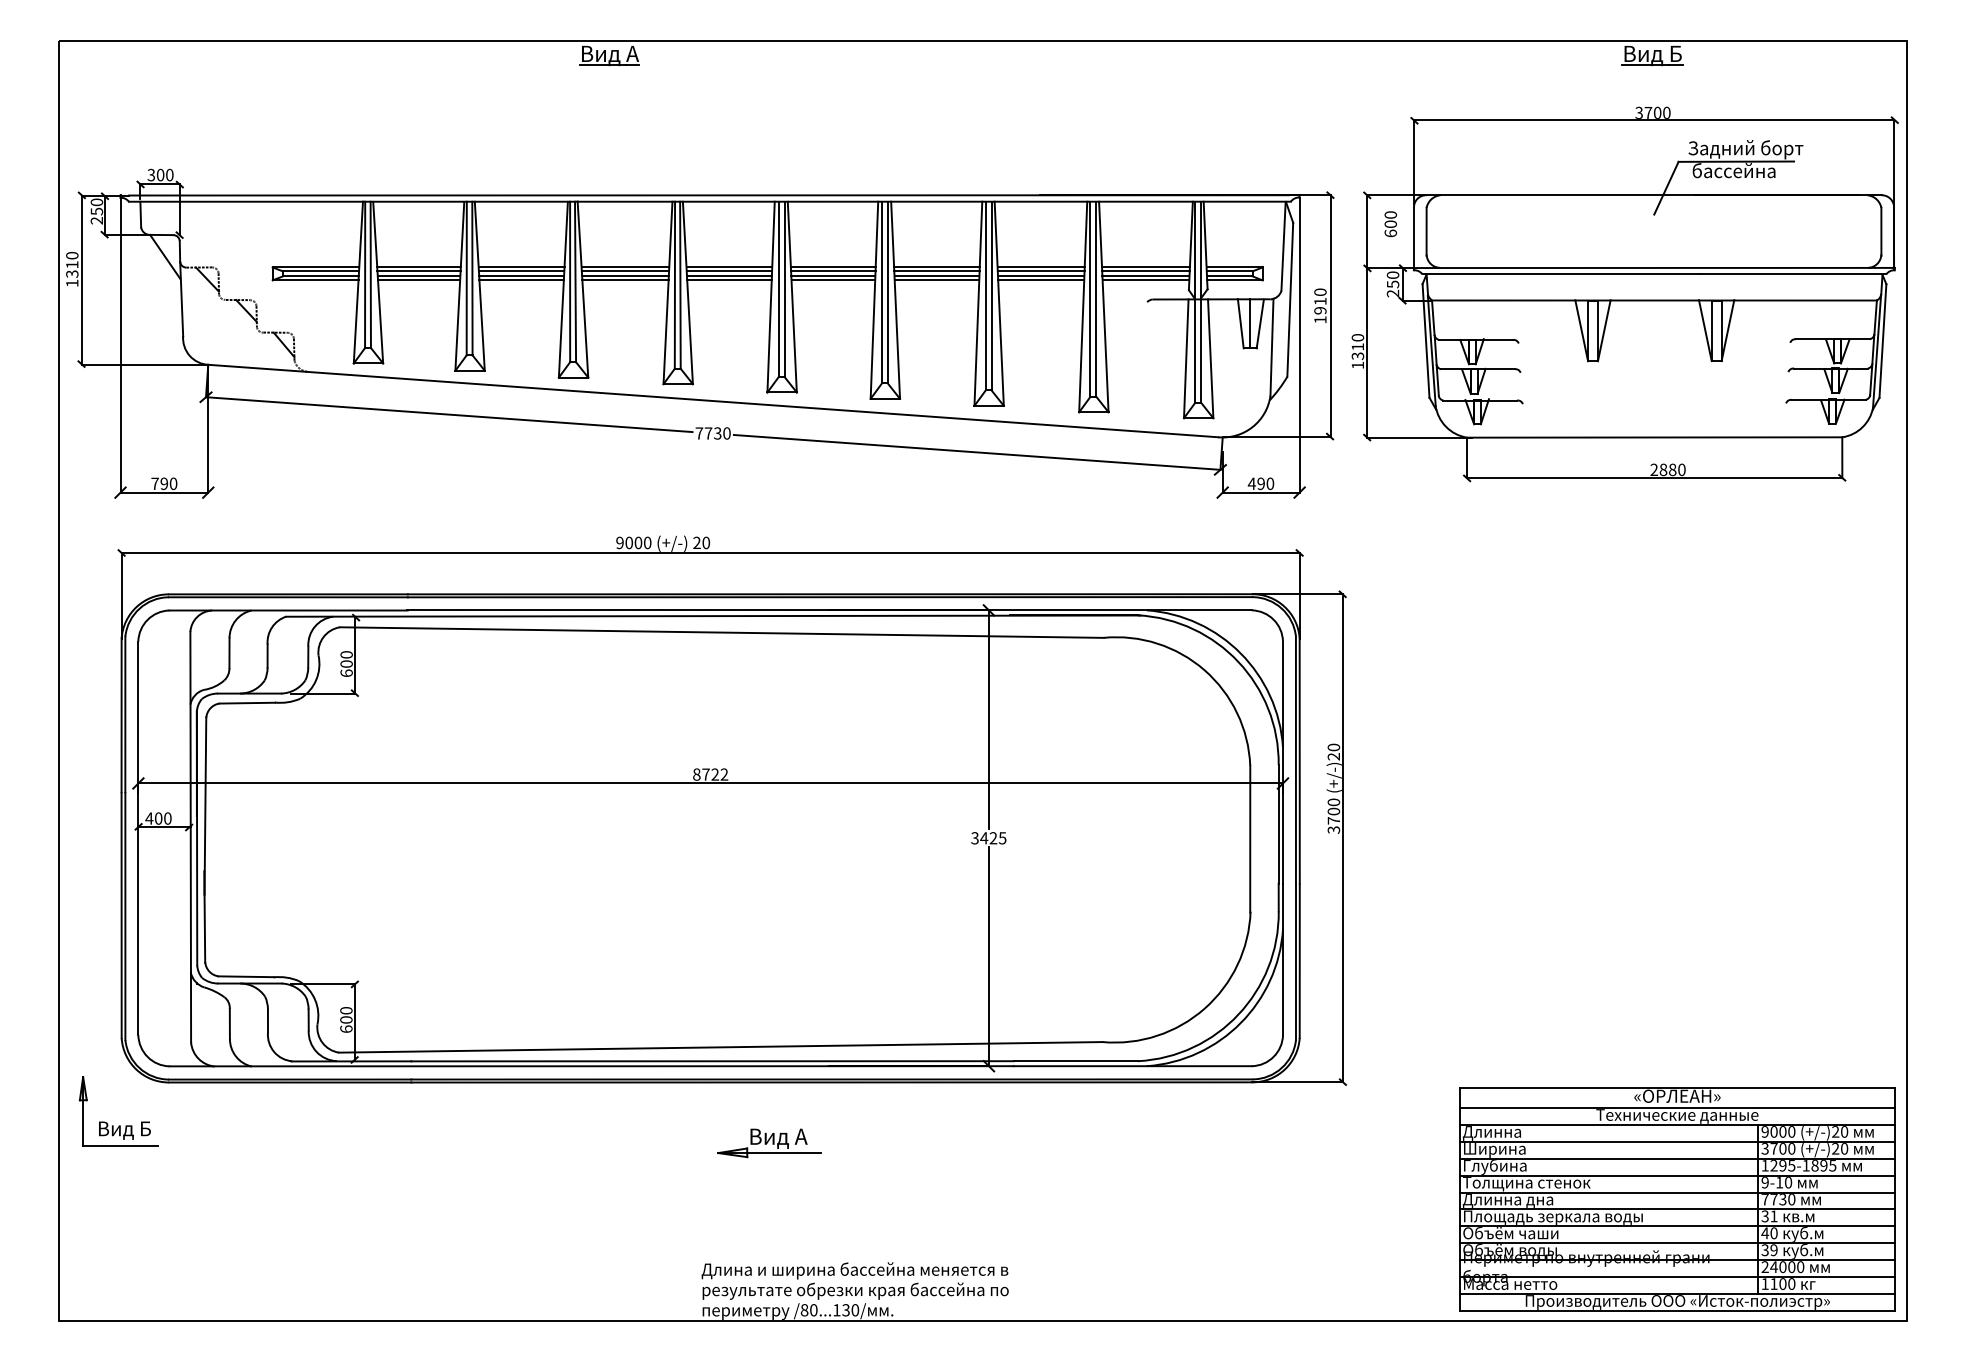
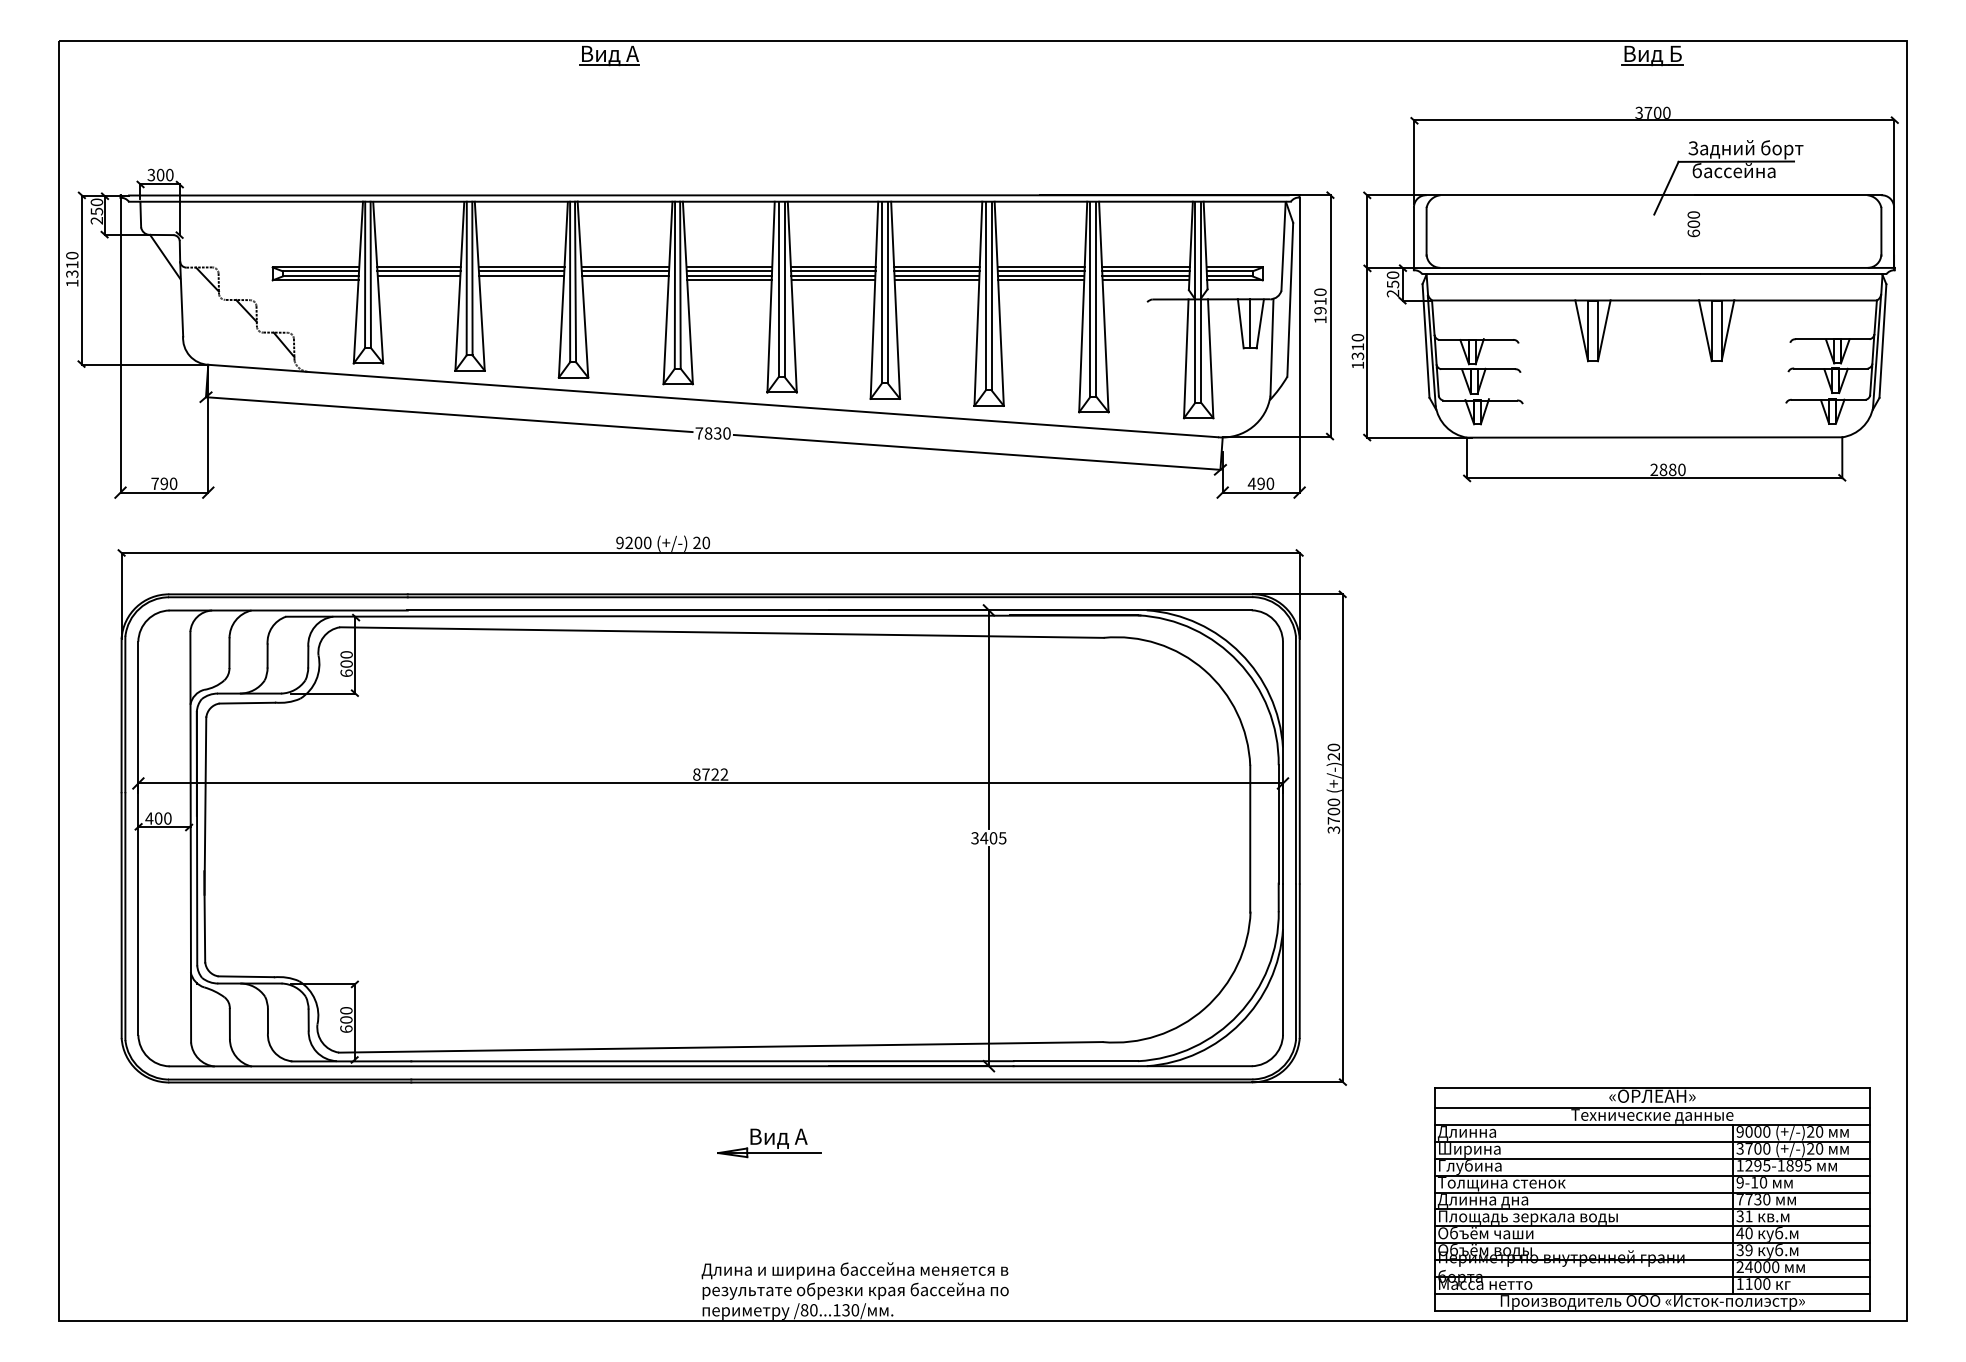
text at (1390, 224) position: (1390, 224) -> (1693, 224)
line at (419, 280): present -> none
line at (521, 280): present -> none
line at (625, 280): present -> none
text at (708, 433): 7730 -> 7830
text at (628, 542): 9000 -> 9200
text at (993, 838): 3425 -> 3405
part at (119, 1125): present -> none
part at (1677, 1199) position: (1677, 1199) -> (1652, 1199)
